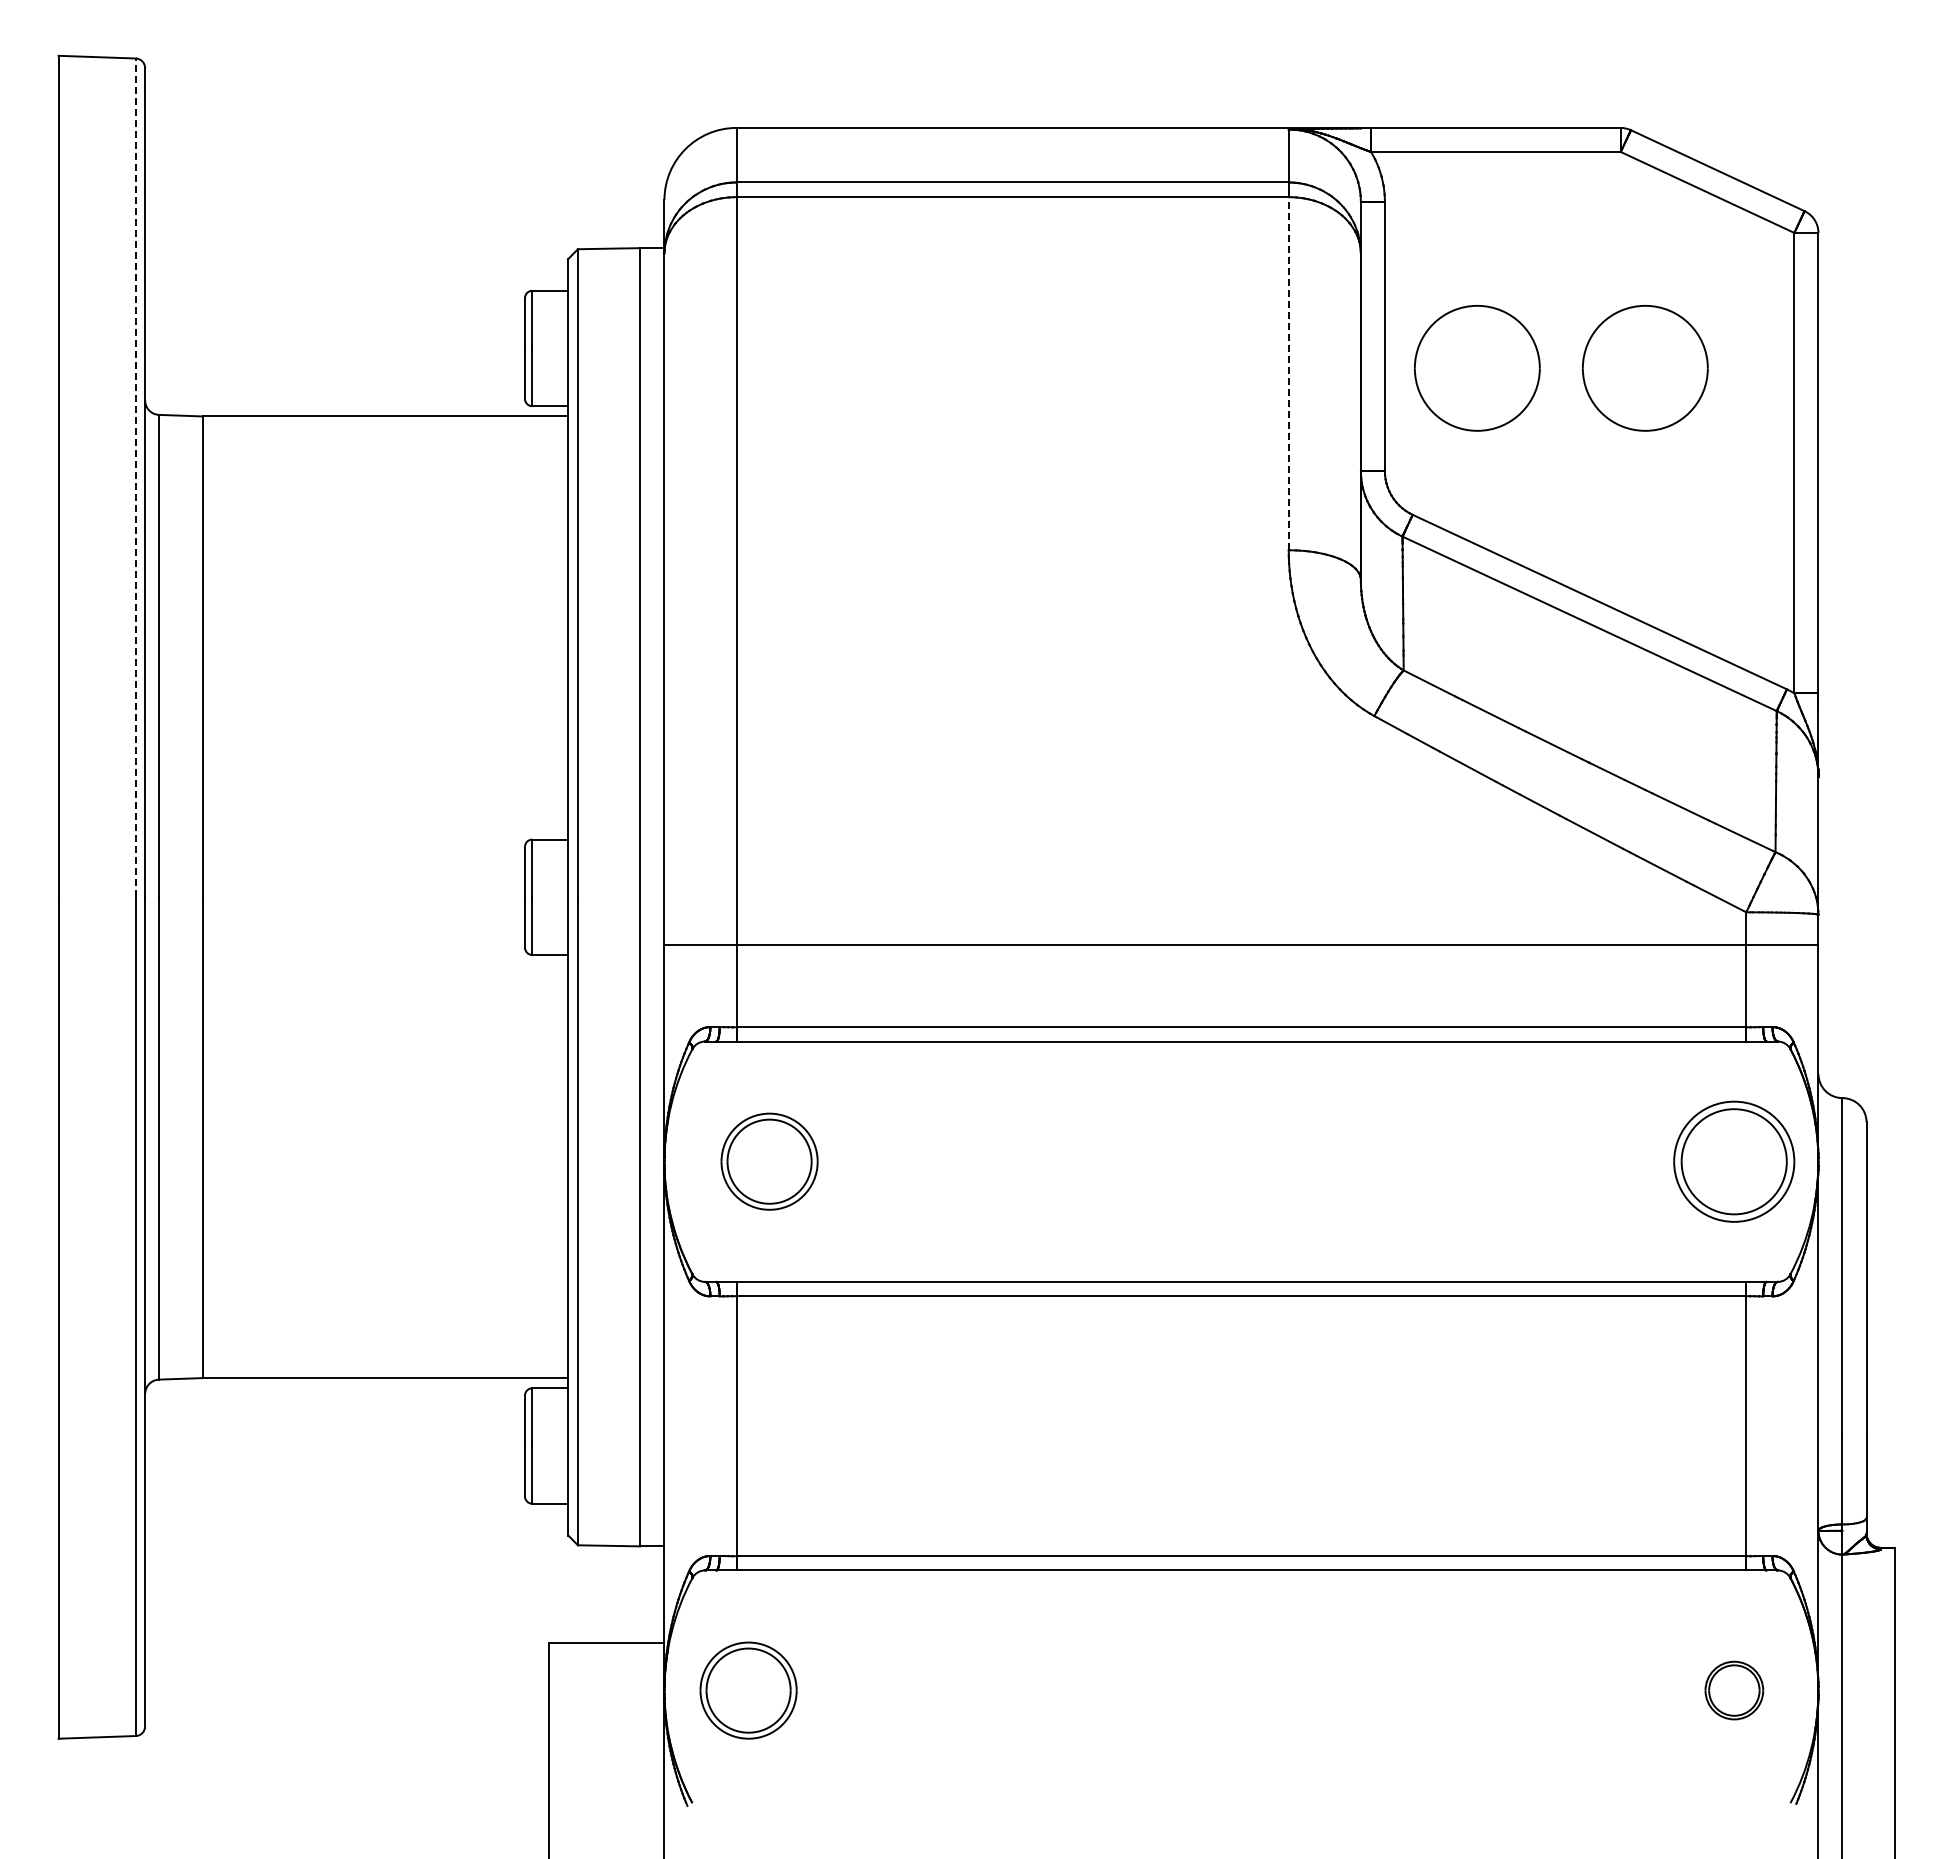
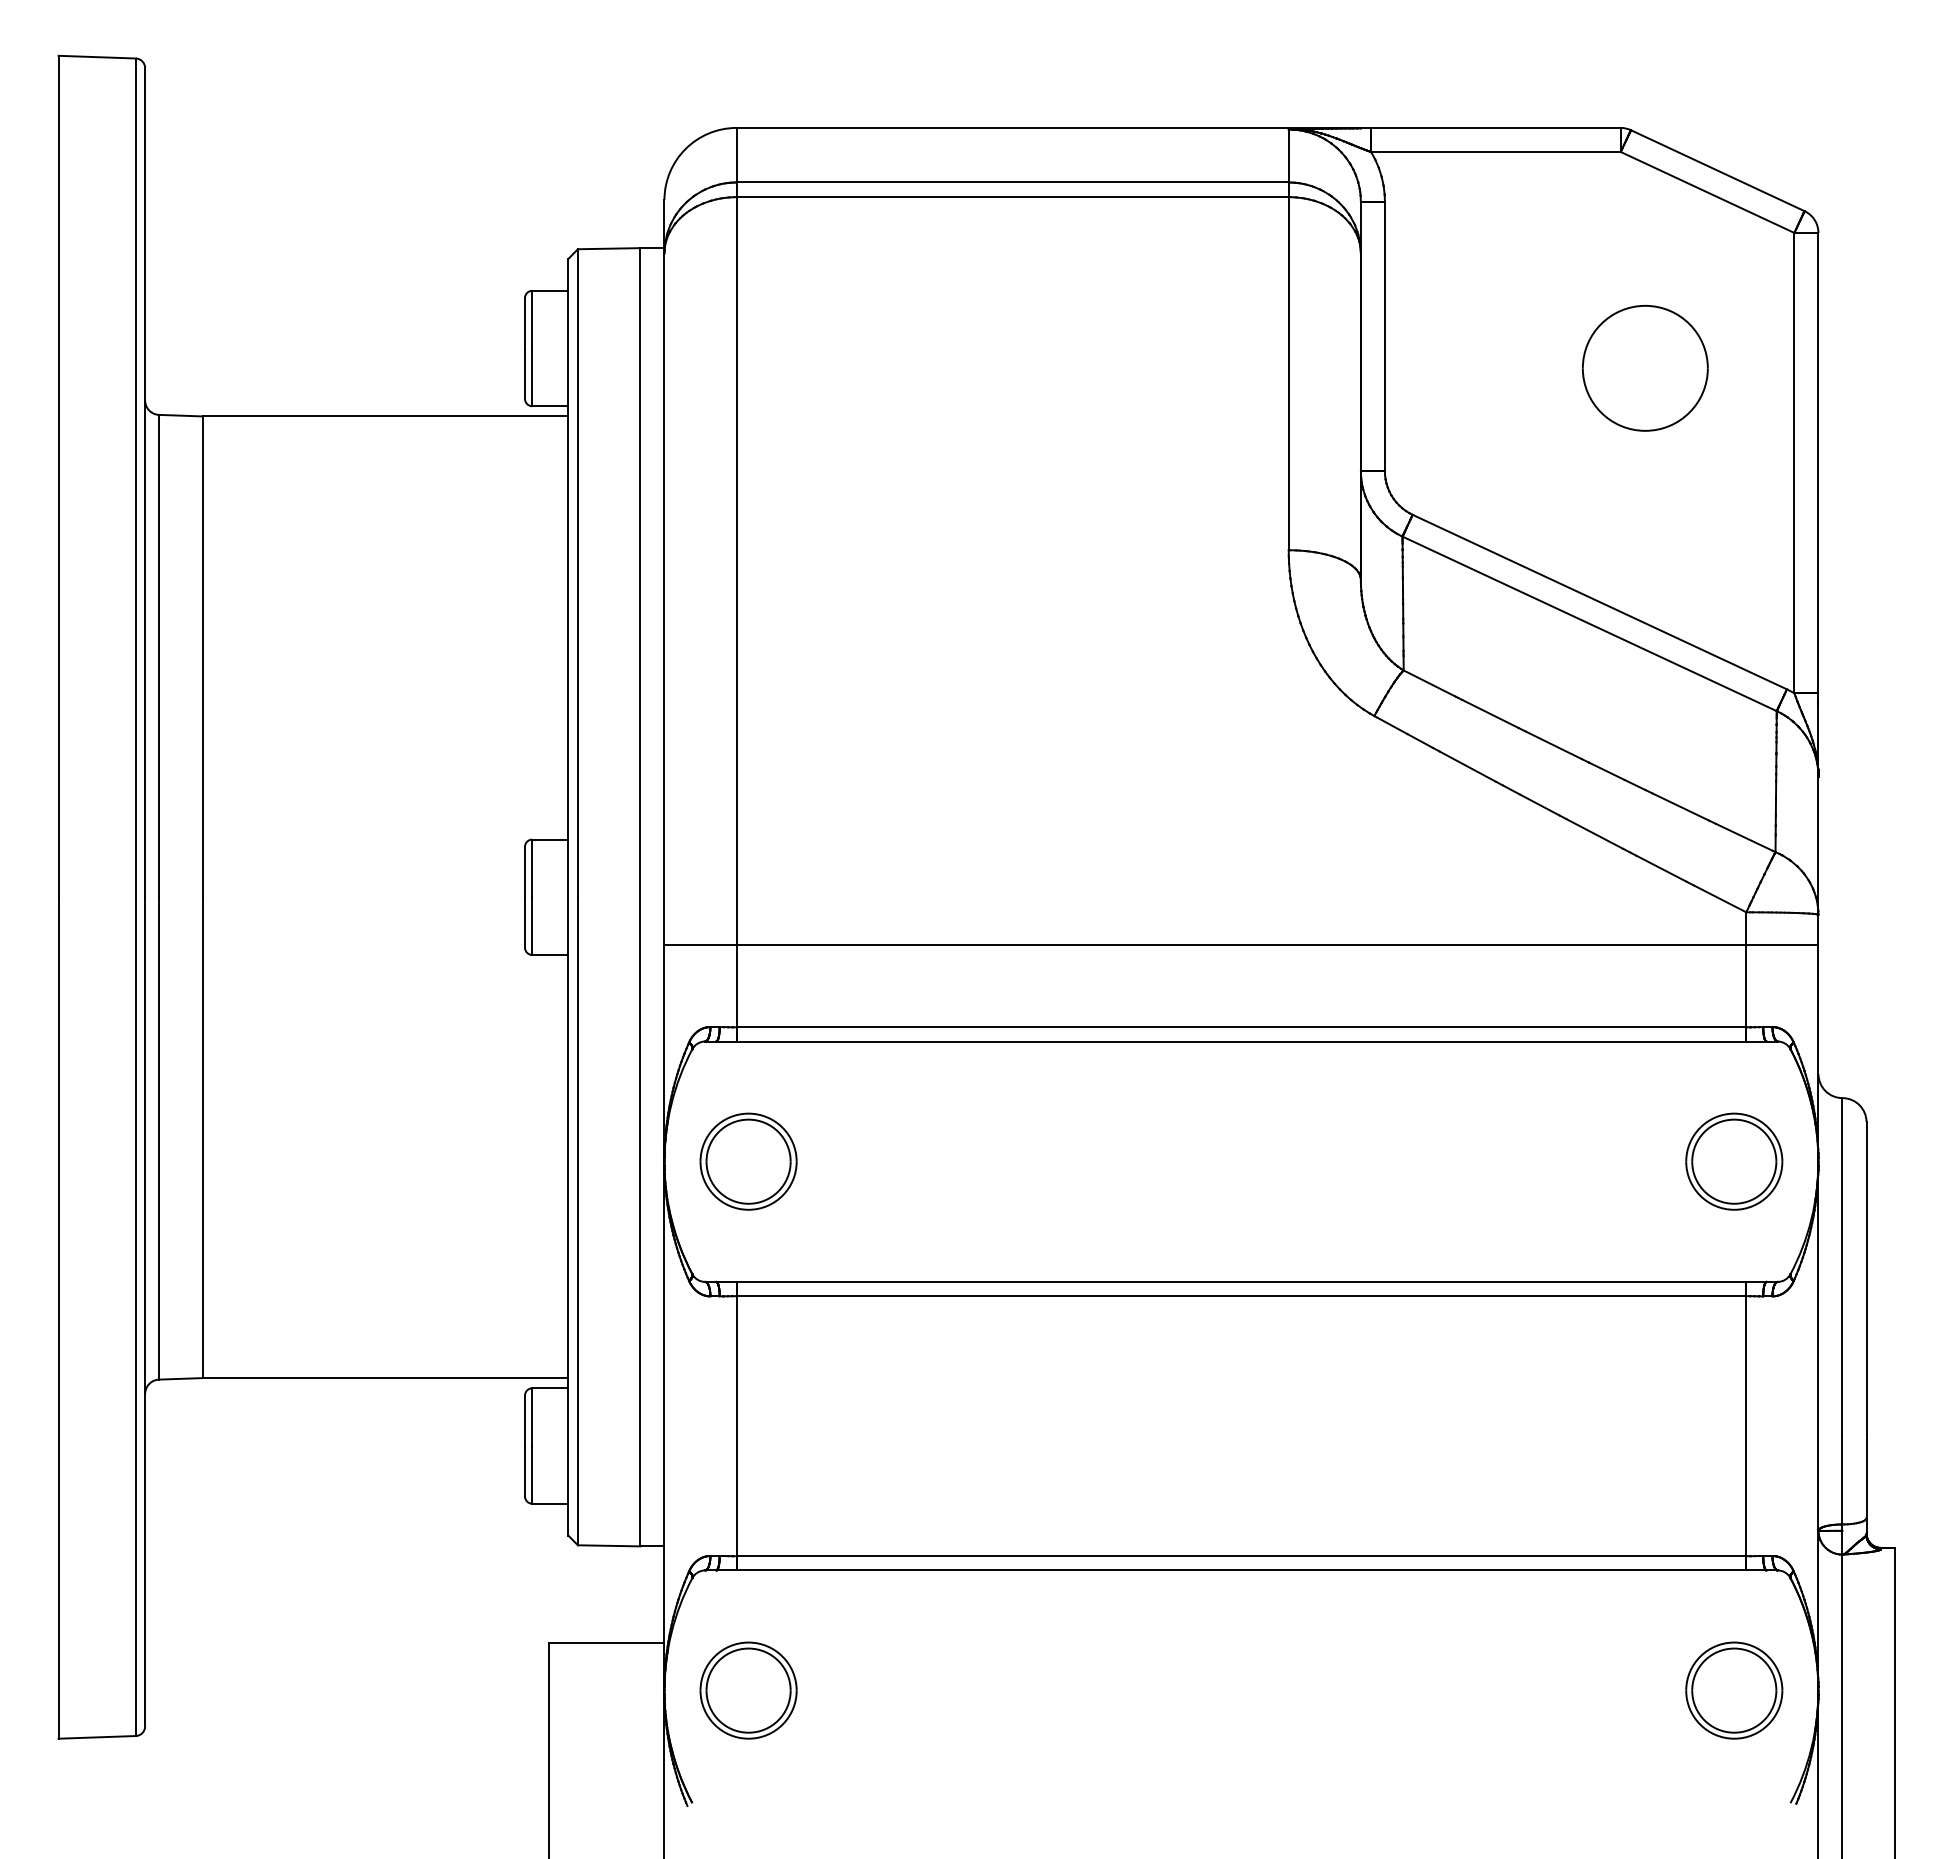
part at (1477, 368): present -> none
line at (1288, 373): dashed -> solid
line at (135, 477): dashed -> solid
part at (769, 1161) position: (769, 1161) -> (748, 1161)
part at (1734, 1161) size: 123x123 px -> 99x99 px
part at (1734, 1690) size: 61x61 px -> 99x99 px
